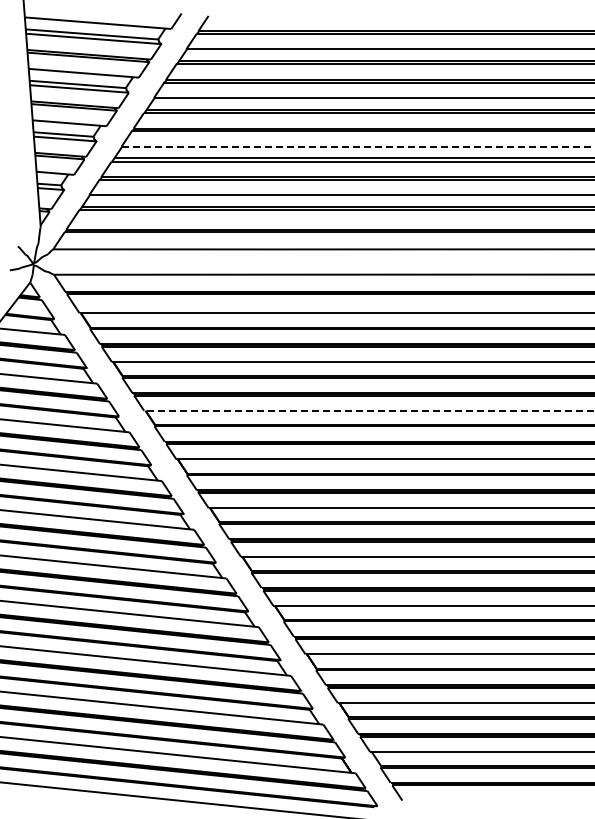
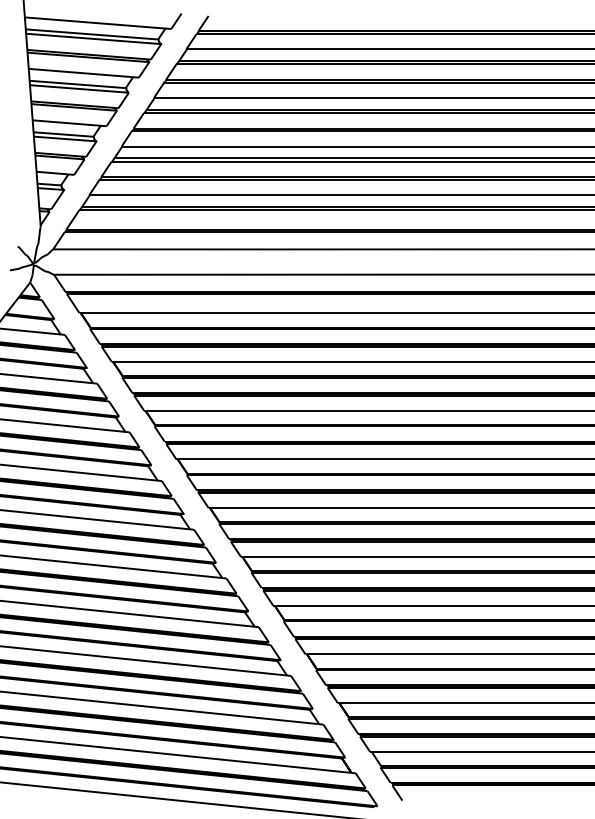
line at (358, 146): dashed -> solid
line at (368, 410): dashed -> solid
